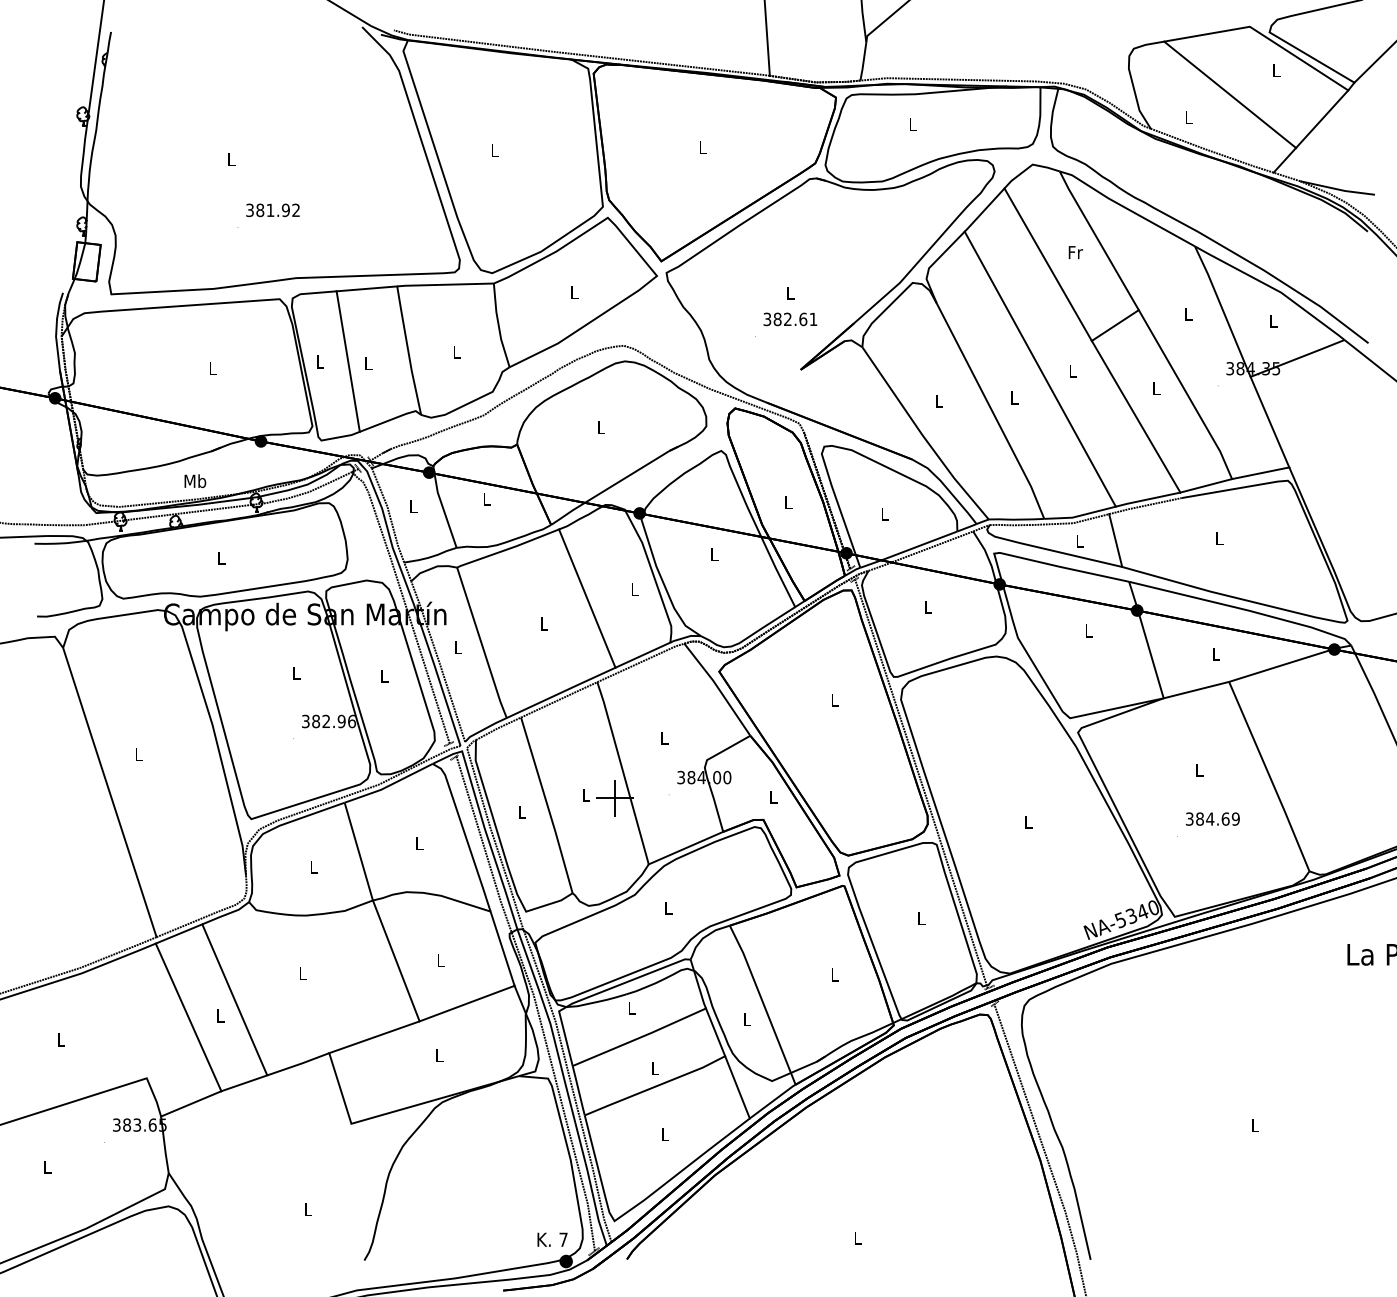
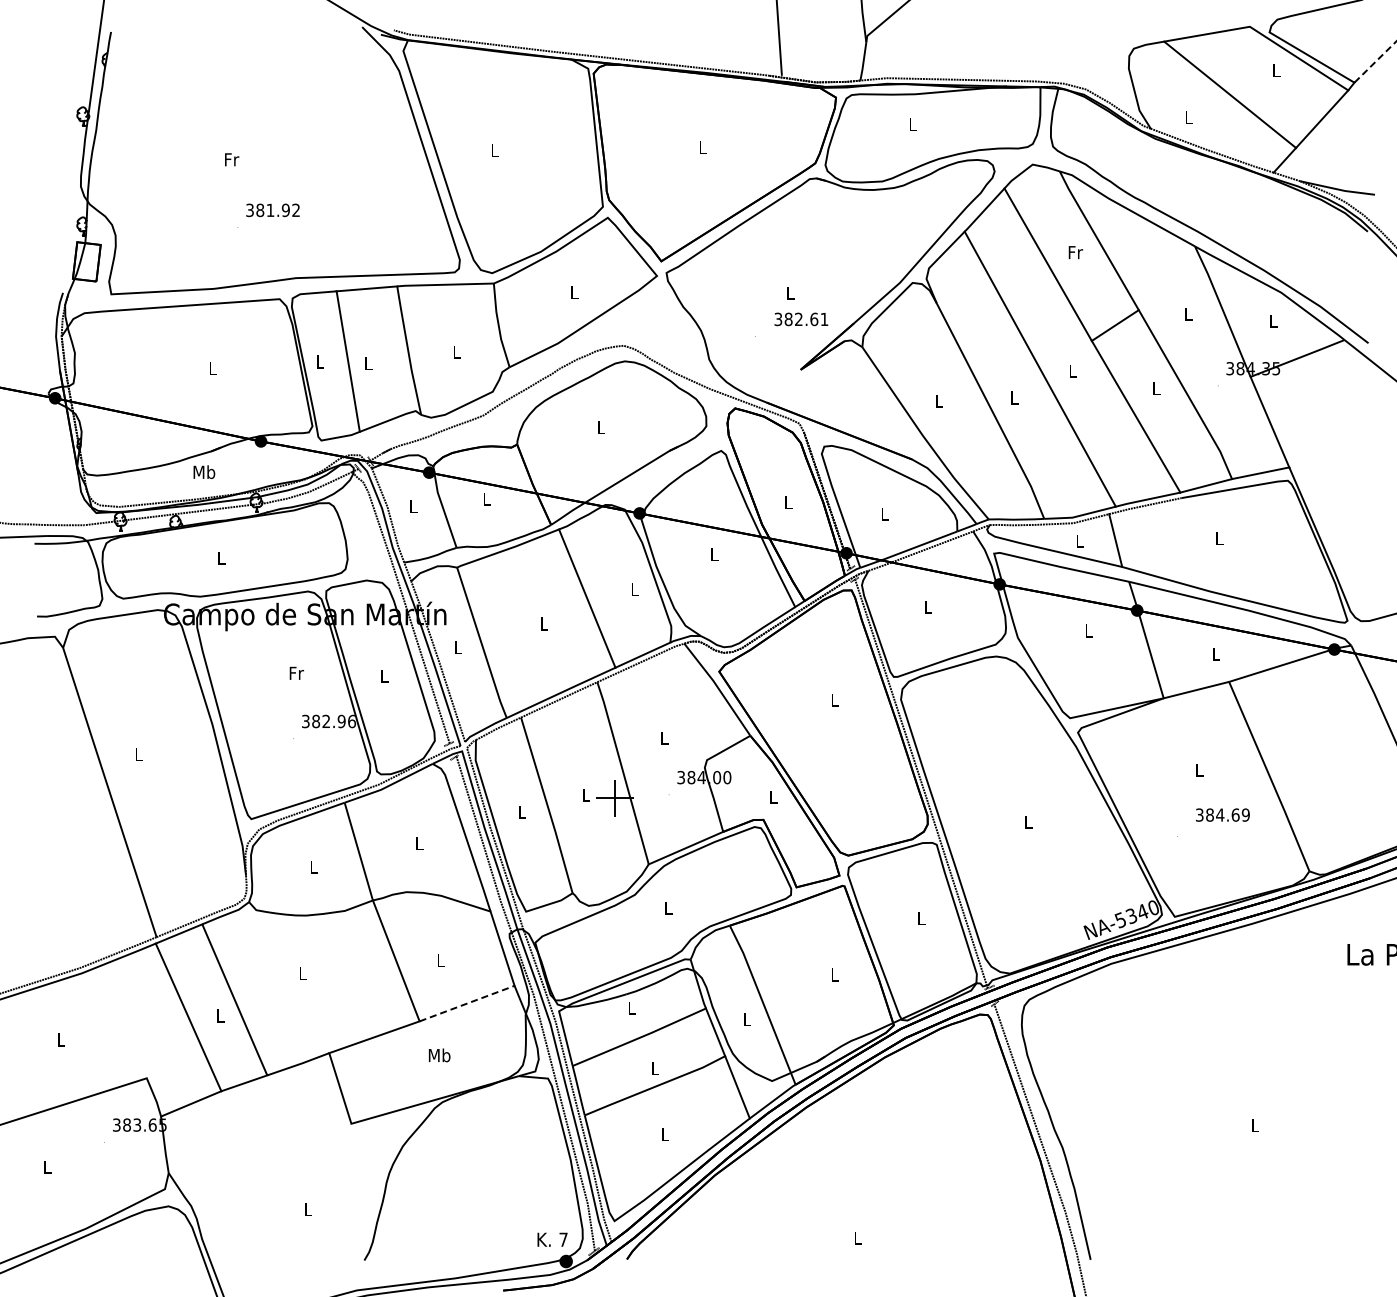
line at (766, 38) position: (766, 38) -> (778, 38)
line at (1375, 61): solid -> dashed
text at (232, 159): L -> Fr
text at (790, 319) position: (790, 319) -> (801, 319)
text at (195, 480) position: (195, 480) -> (204, 471)
text at (296, 672): L -> Fr
text at (1212, 818) position: (1212, 818) -> (1222, 814)
line at (467, 1003): solid -> dashed
text at (439, 1055): L -> Mb
